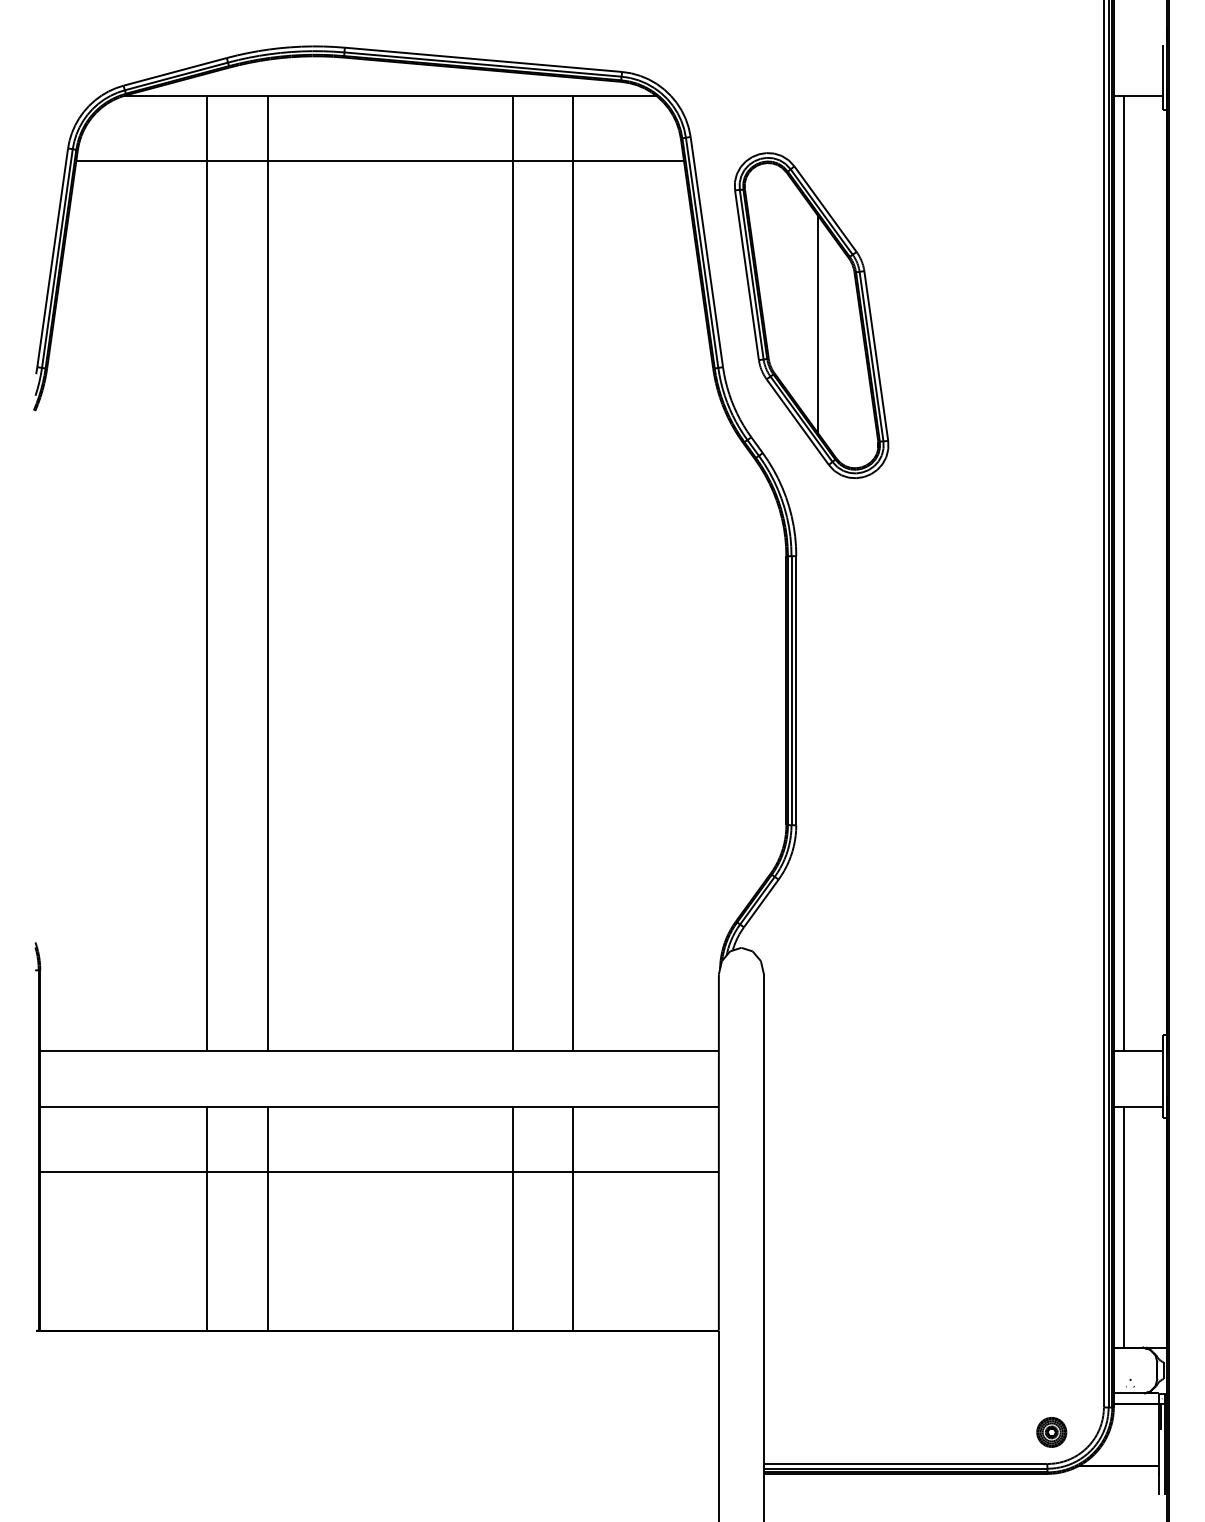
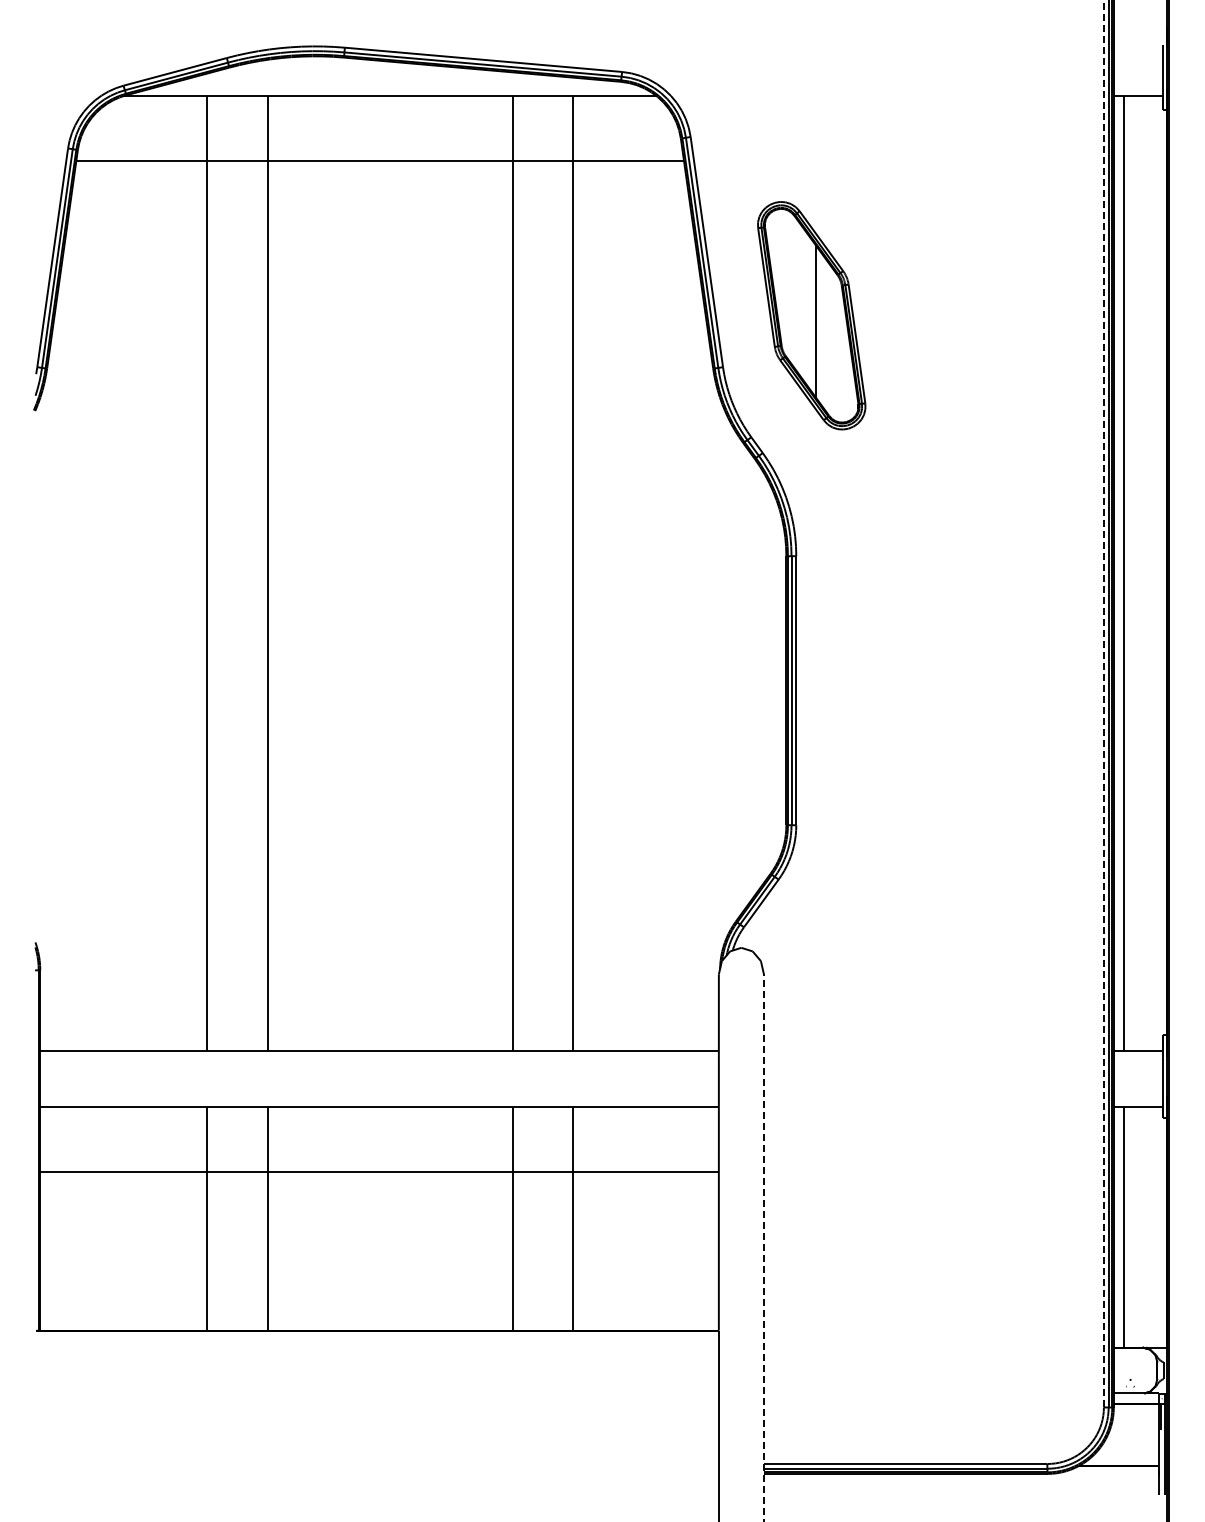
part at (811, 315) size: 156x328 px -> 110x230 px
line at (1103, 703): solid -> dashed
line at (763, 1248): solid -> dashed
part at (1051, 1432): present -> none
